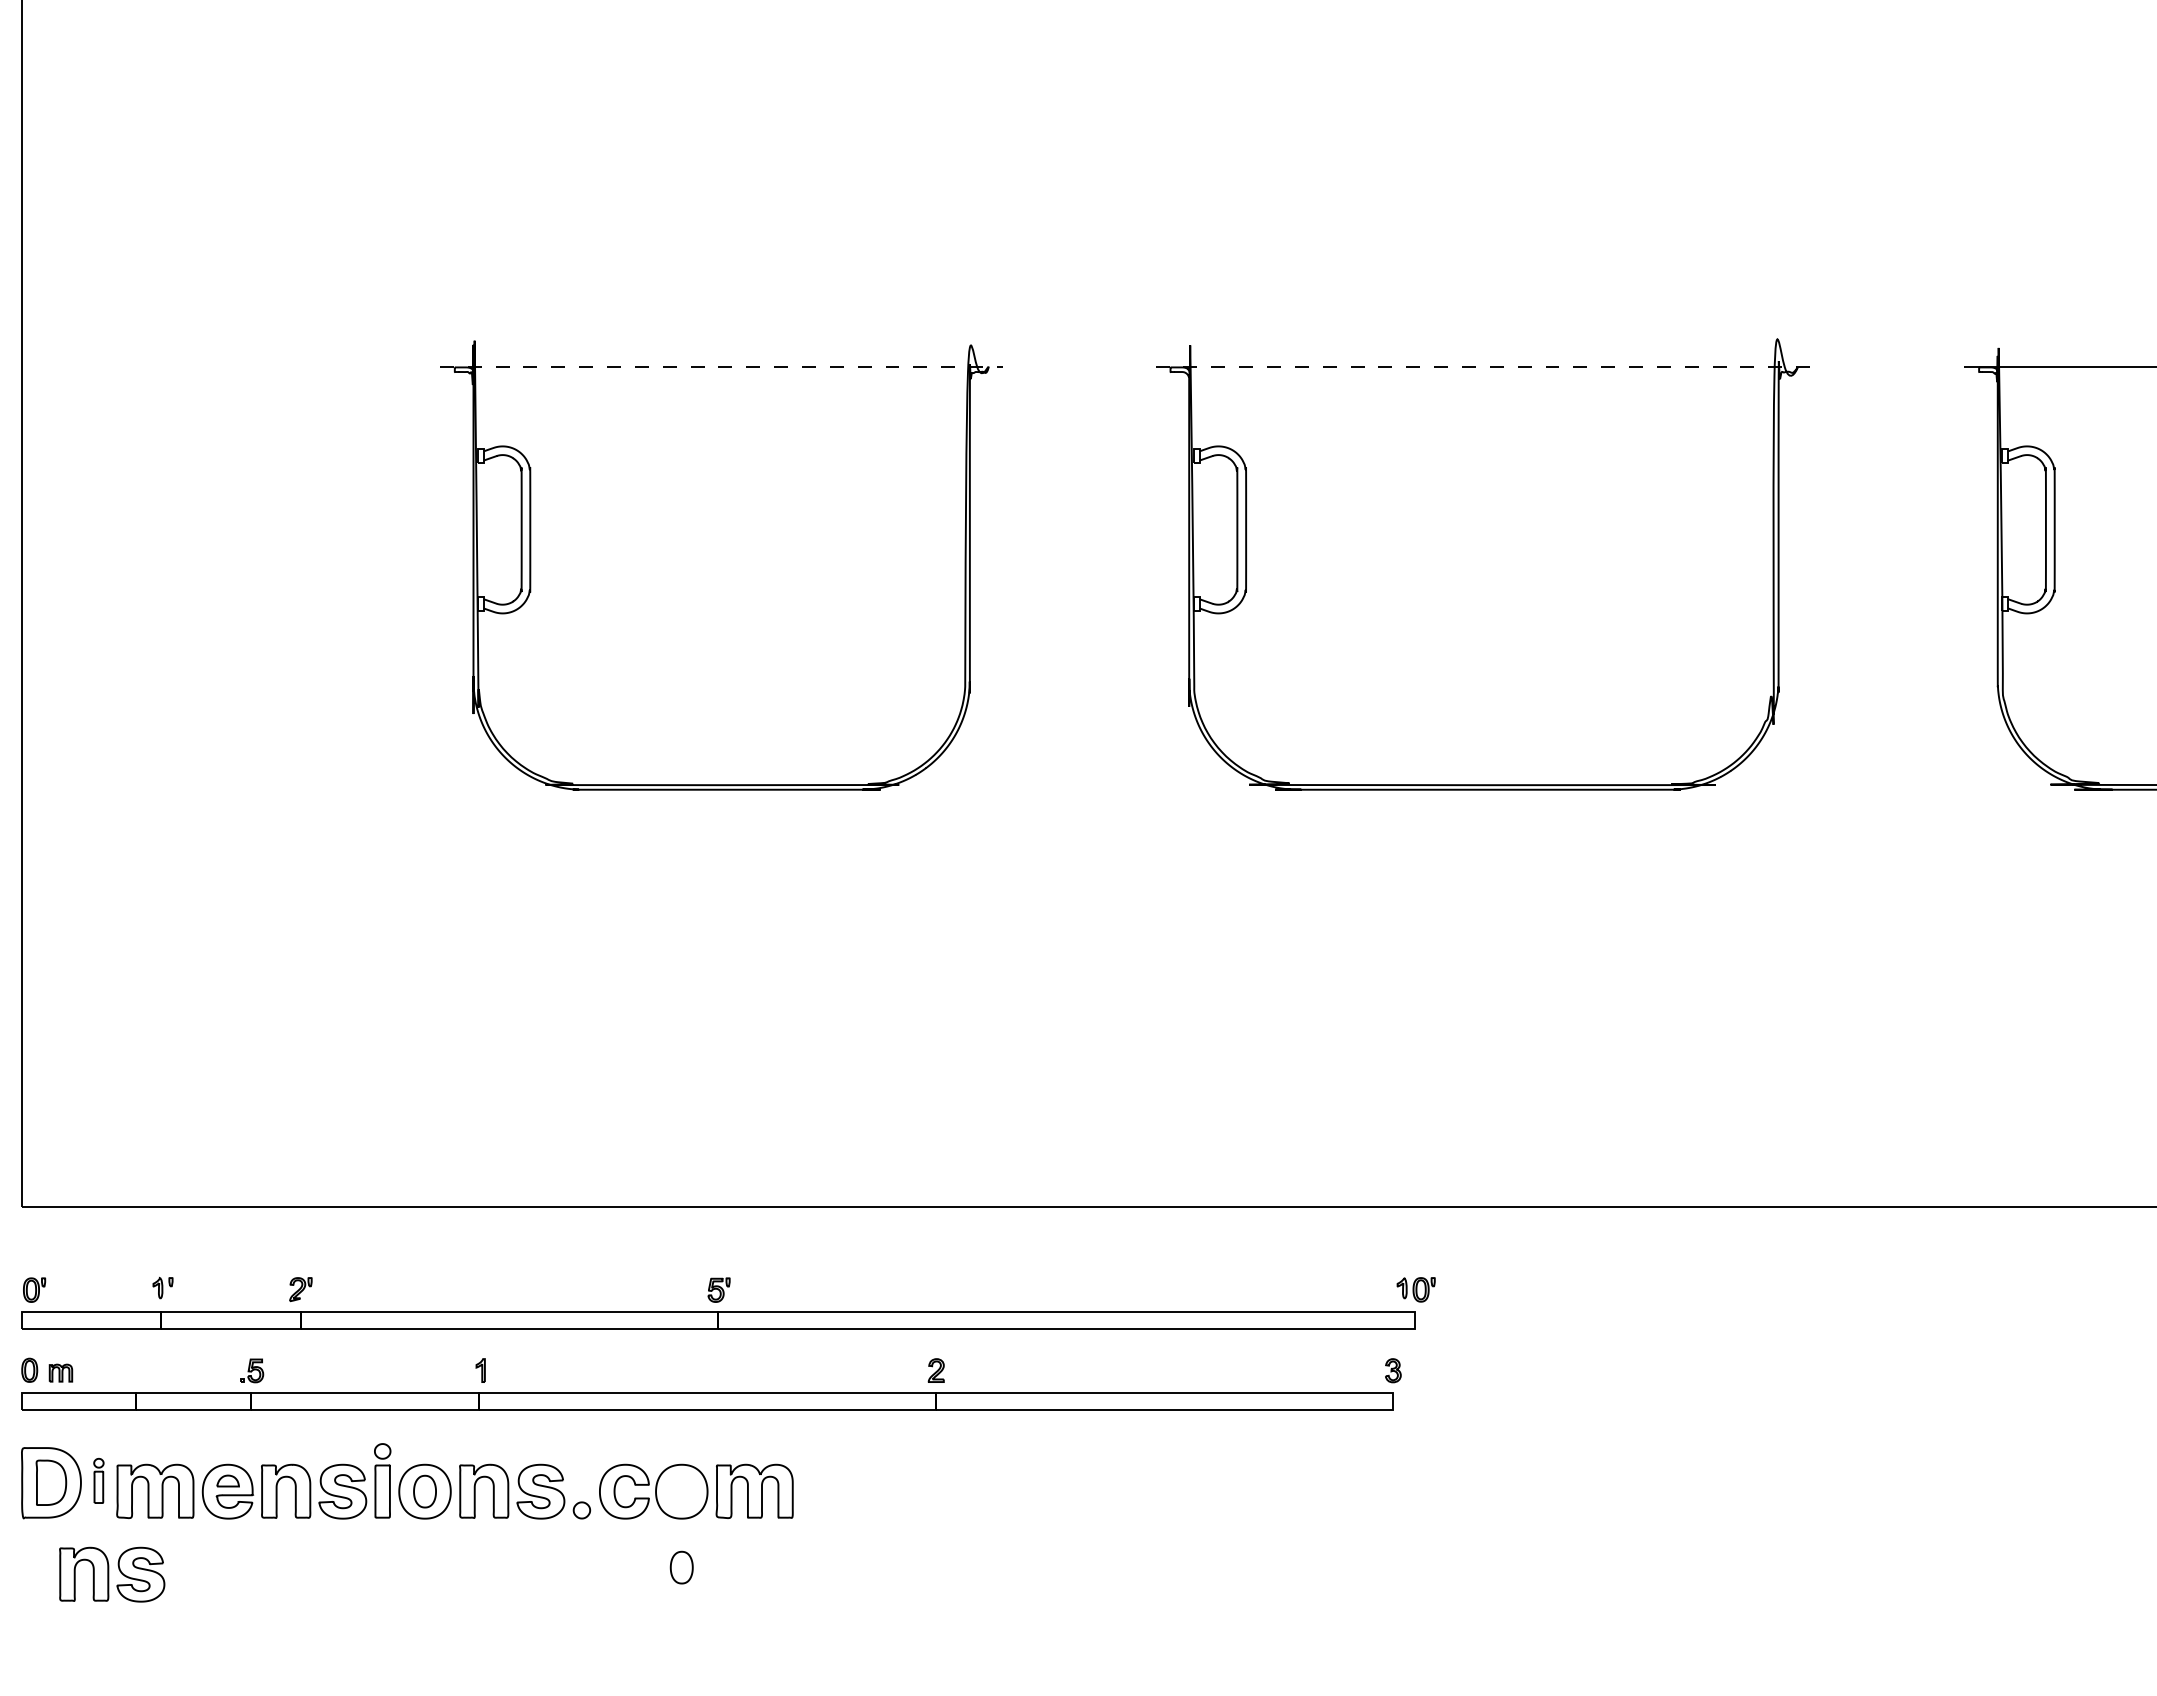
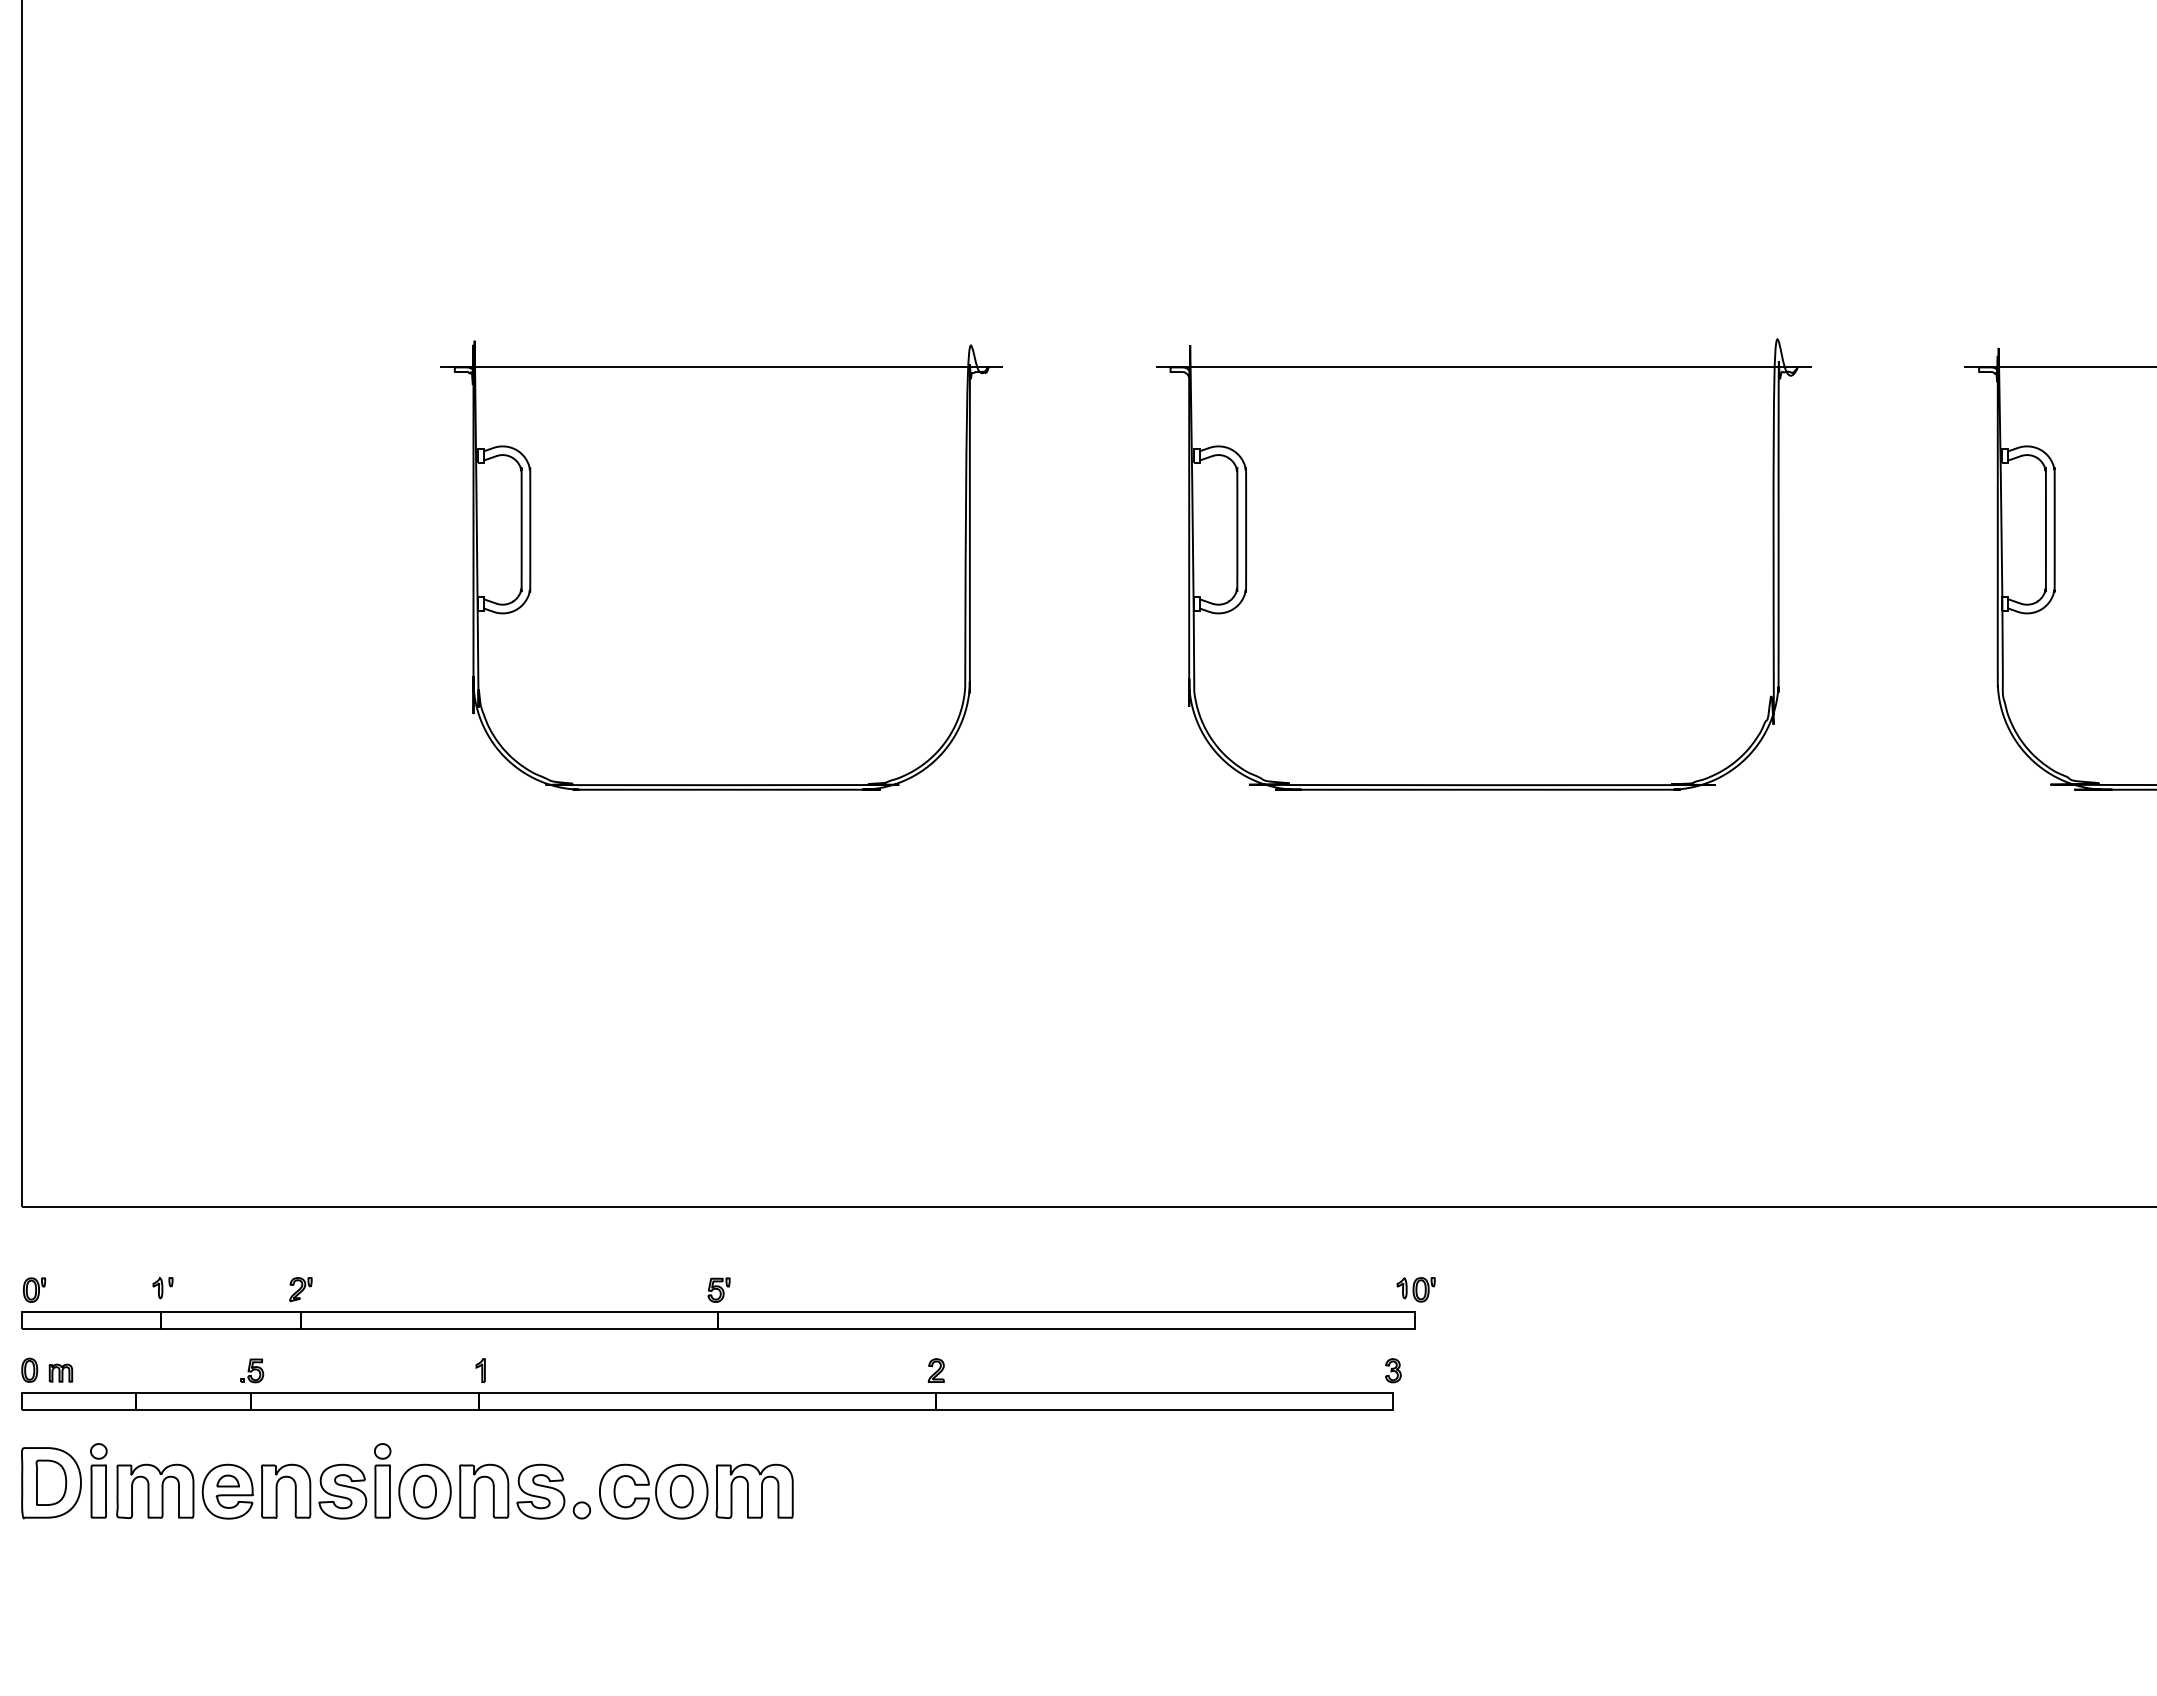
line at (721, 367): dashed -> solid
line at (1484, 367): dashed -> solid
part at (98, 1480) size: 12x46 px -> 18x76 px
part at (681, 1567) position: (681, 1567) -> (681, 1491)
part at (112, 1574): present -> none
